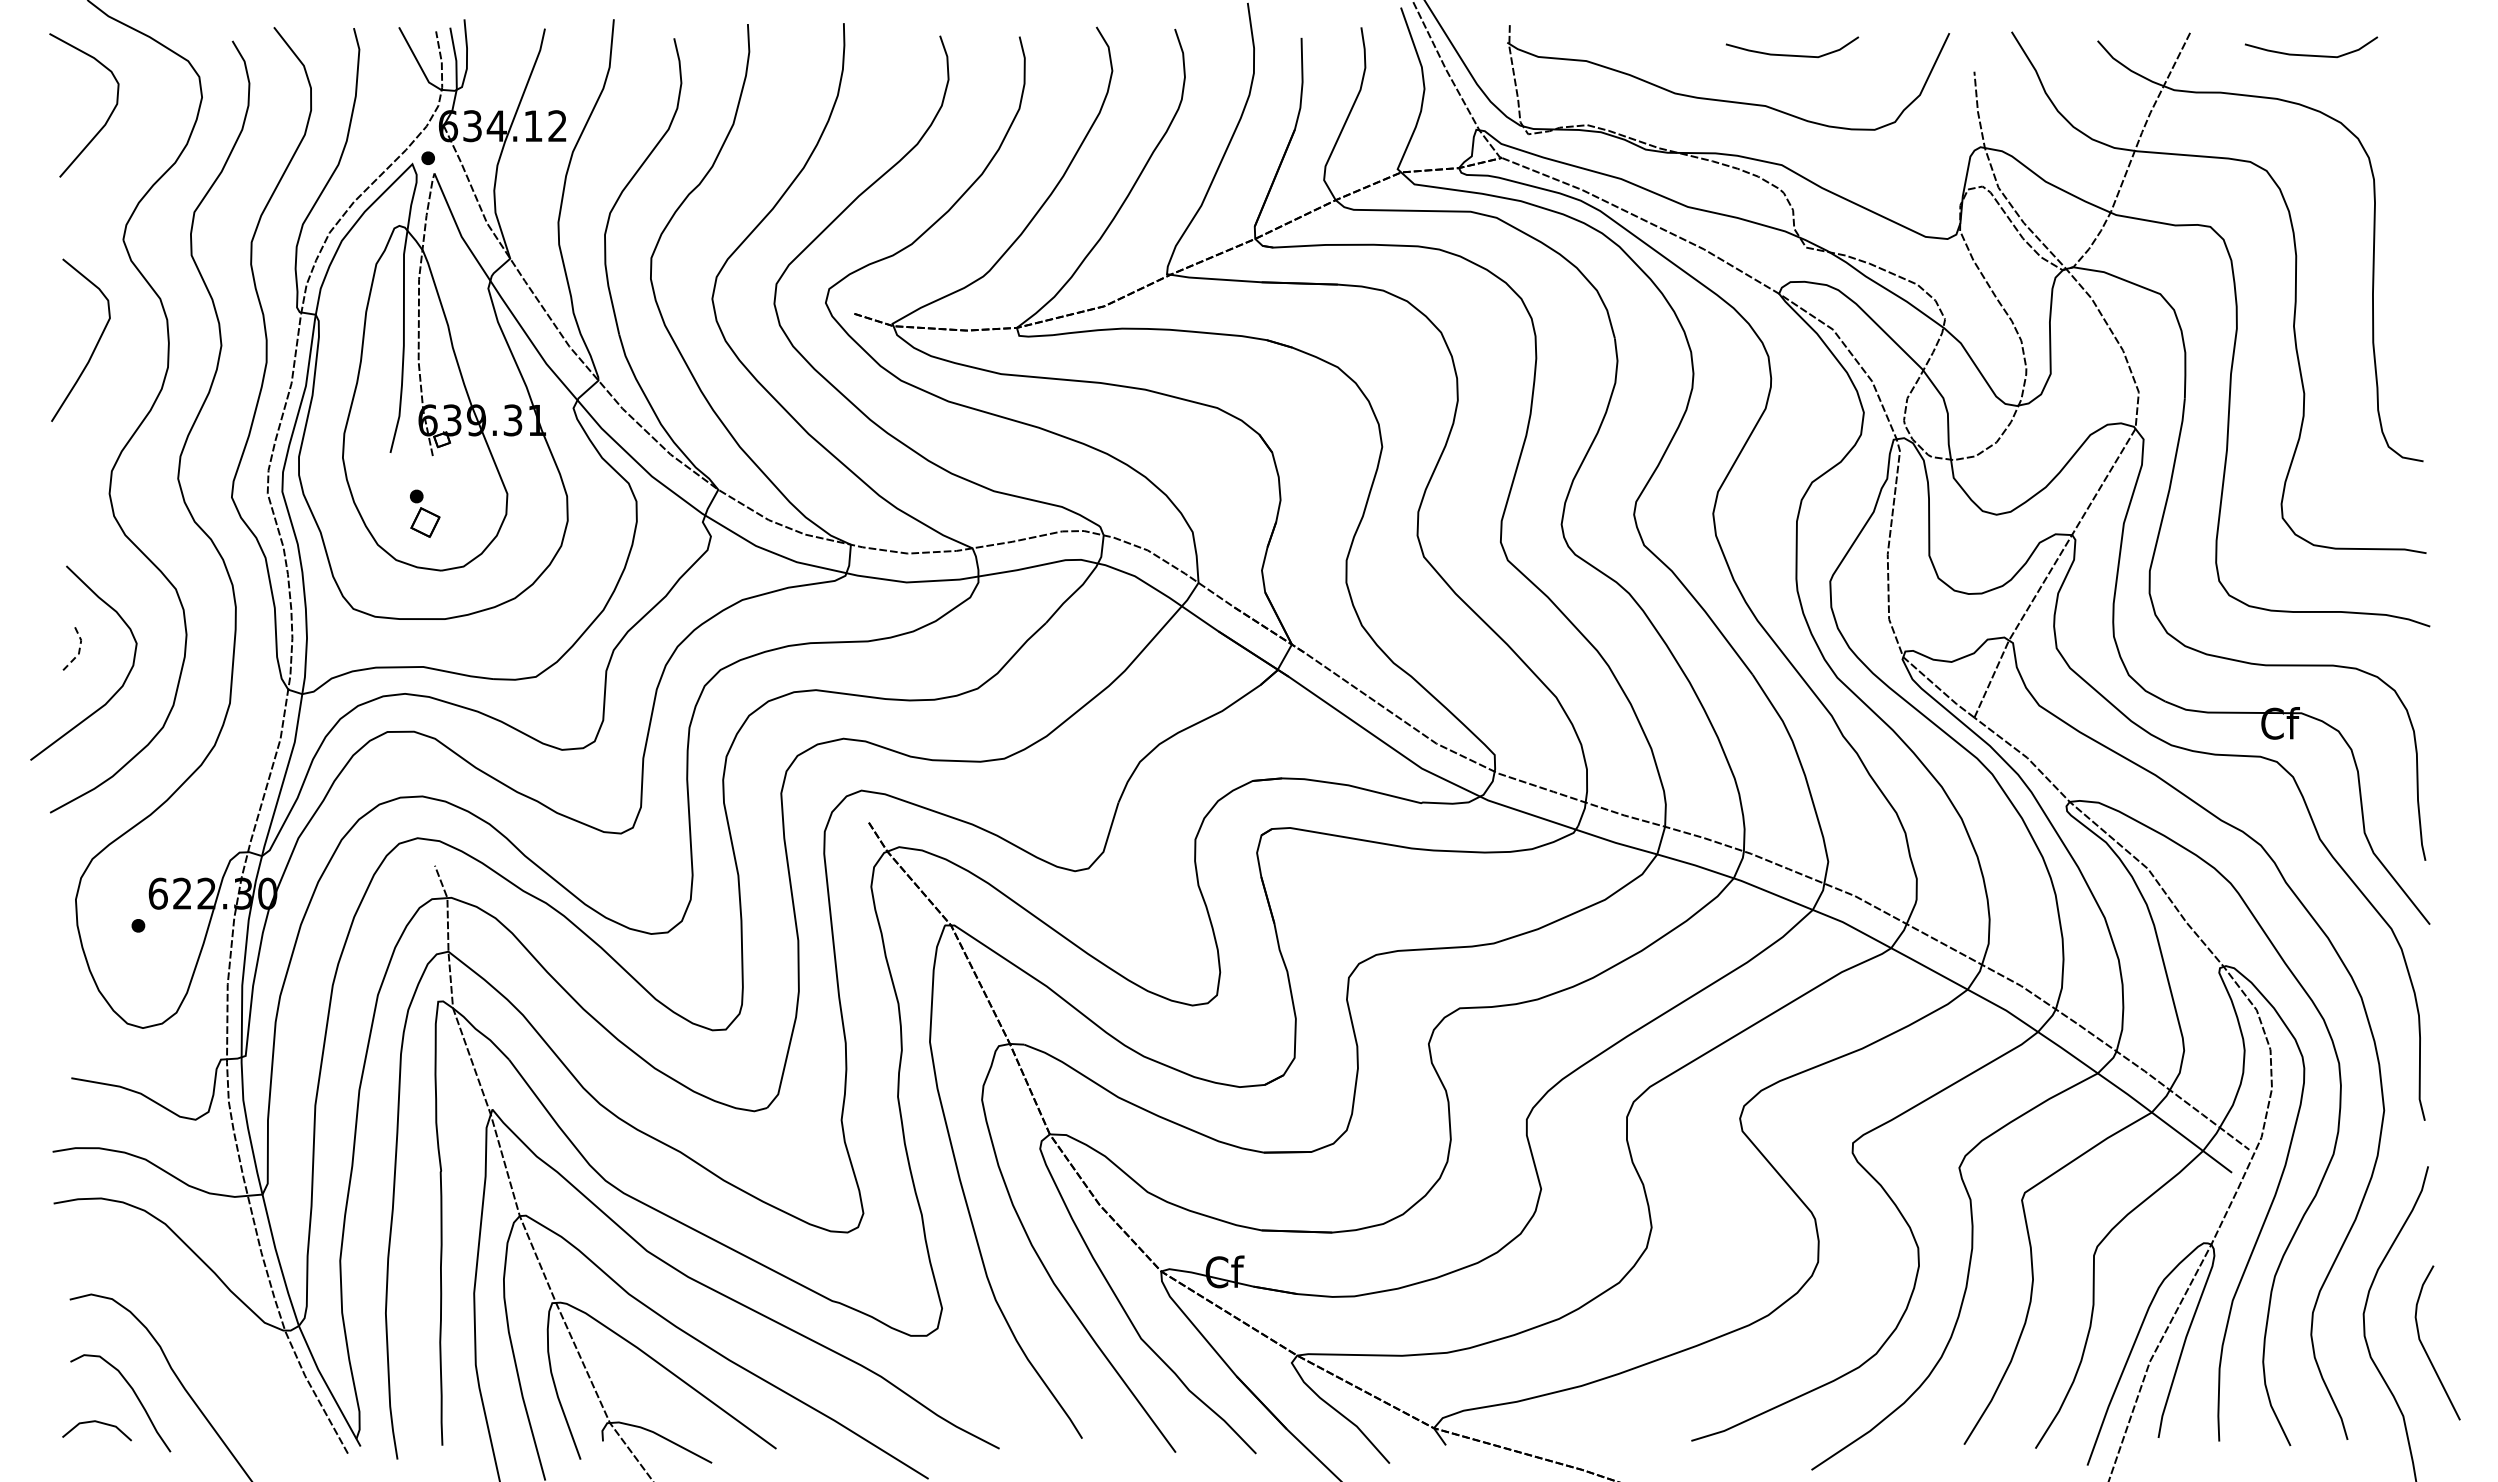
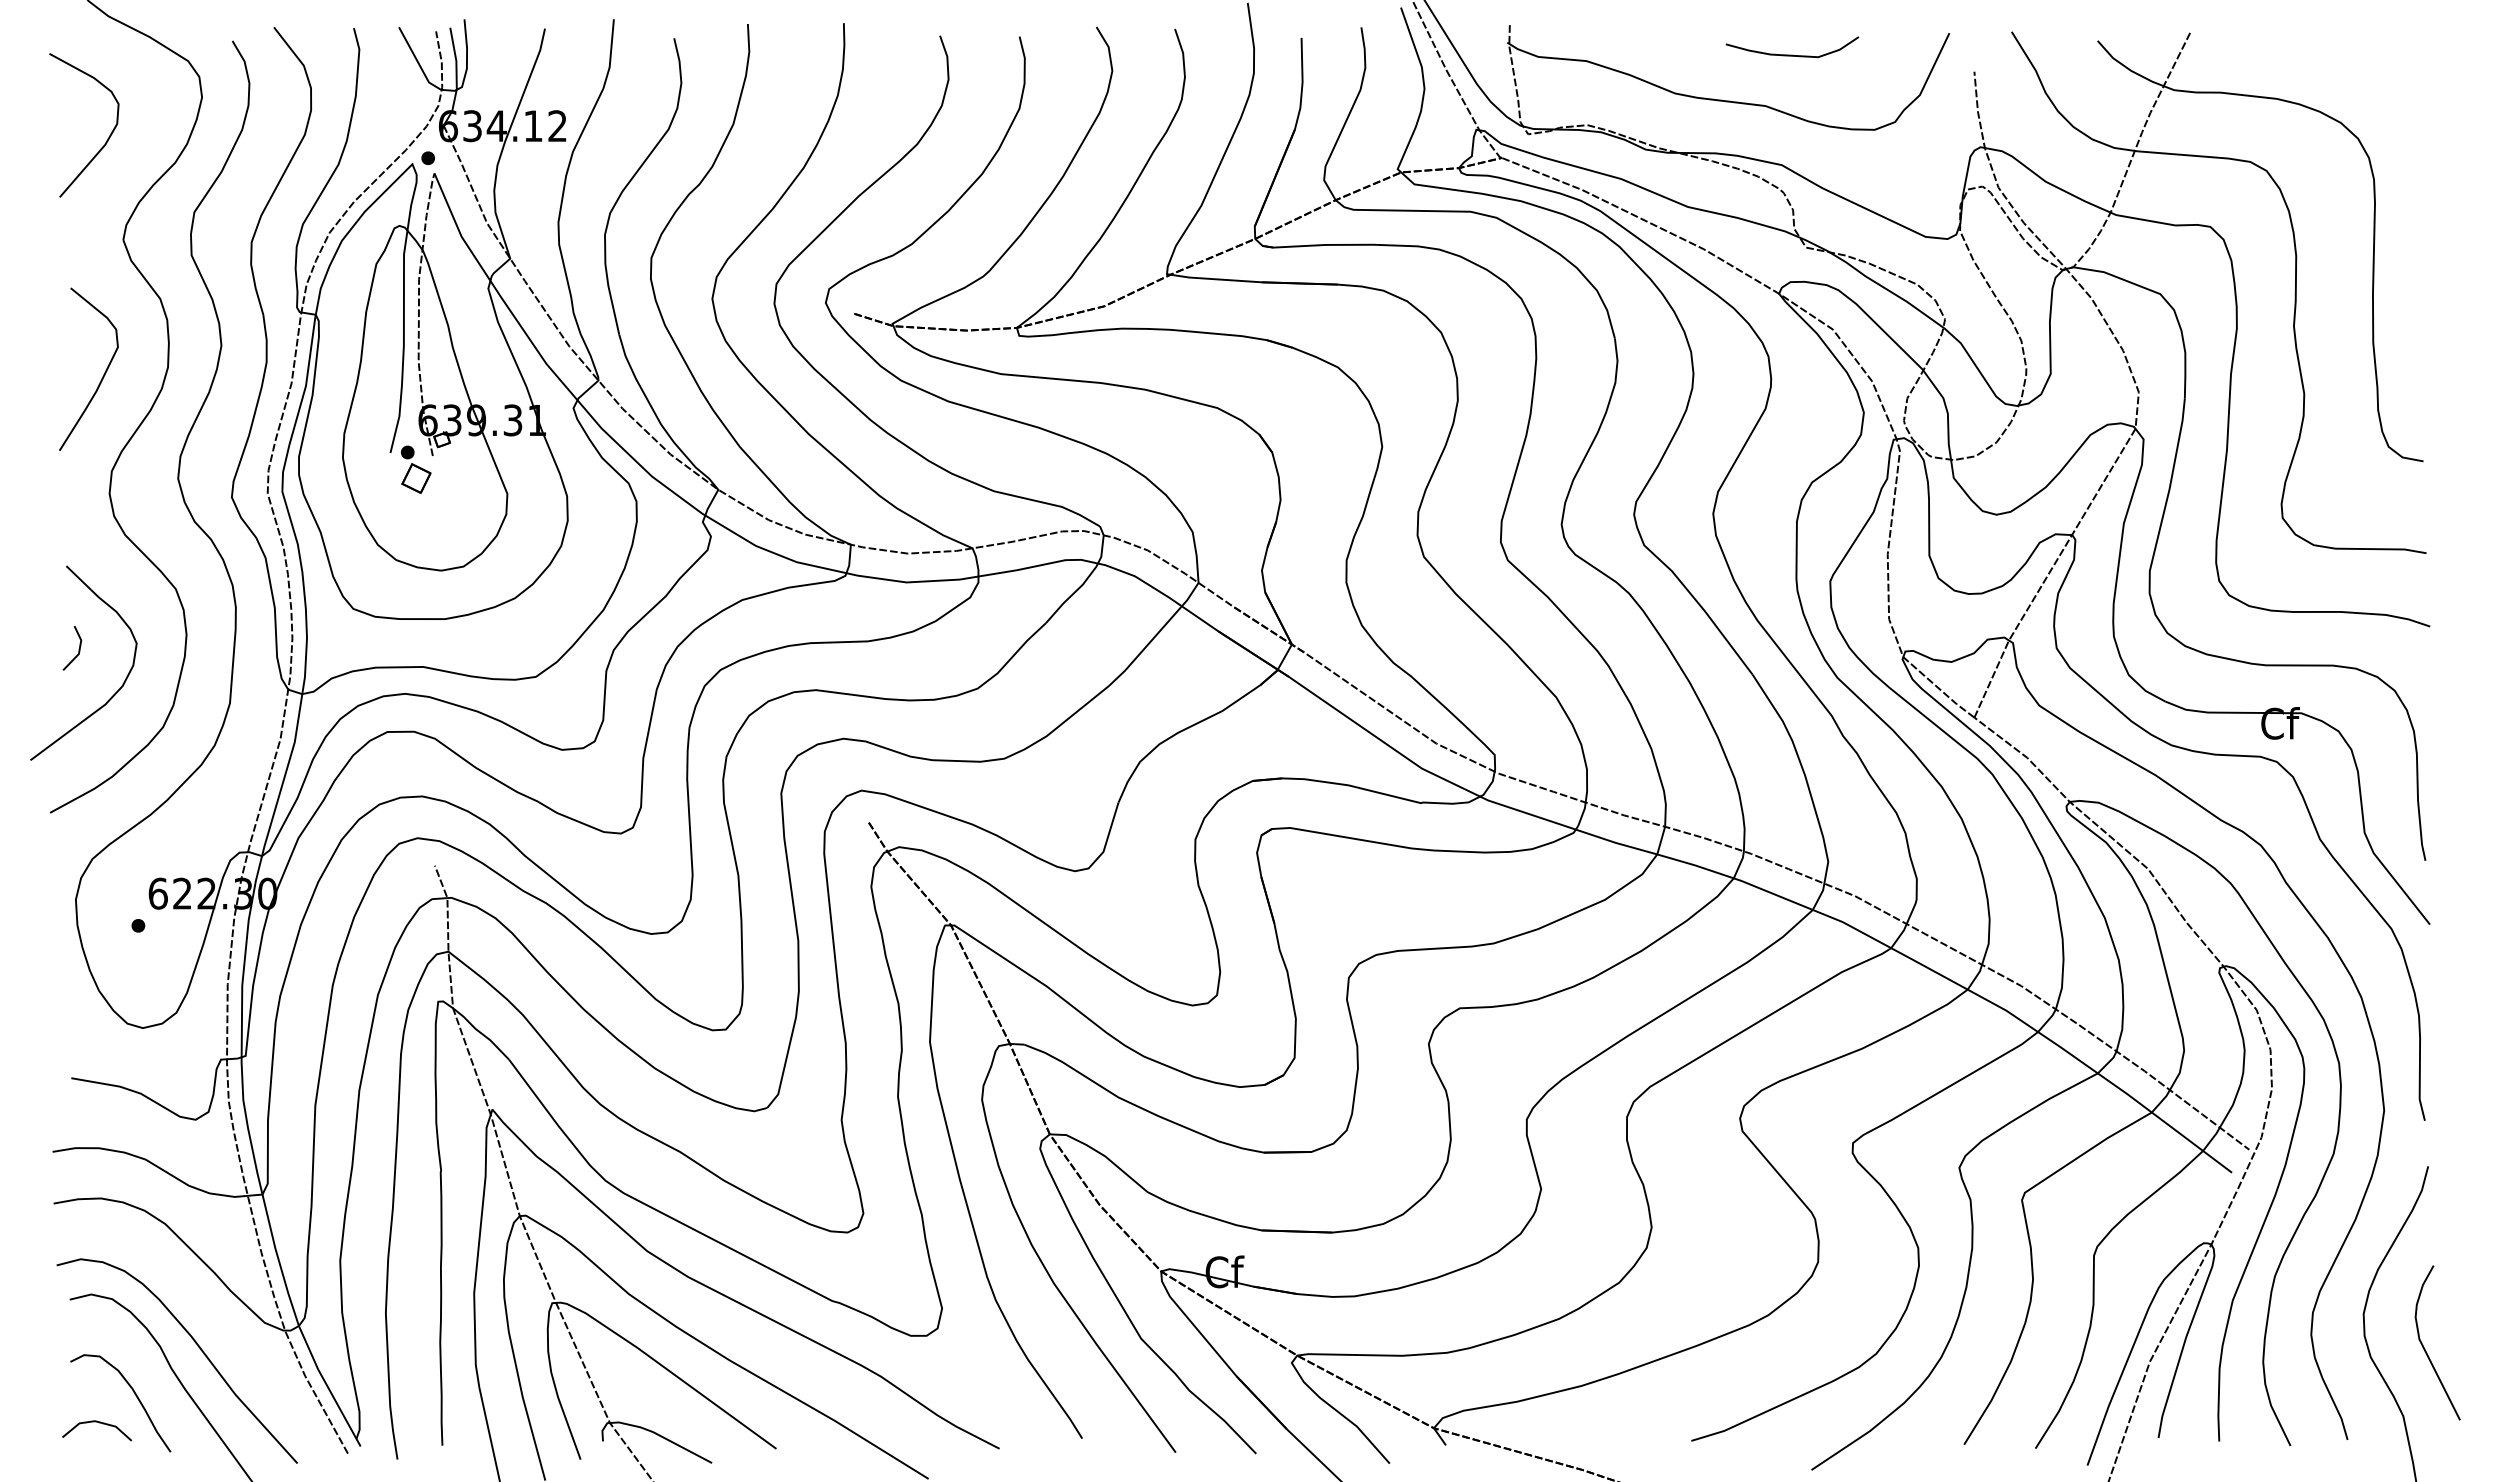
curve at (2311, 54): present -> none
curve at (107, 118) position: (107, 118) -> (107, 138)
curve at (94, 347) position: (94, 347) -> (102, 376)
part at (425, 513) position: (425, 513) -> (416, 469)
line at (79, 650): dashed -> solid
curve at (197, 1346): none -> present
